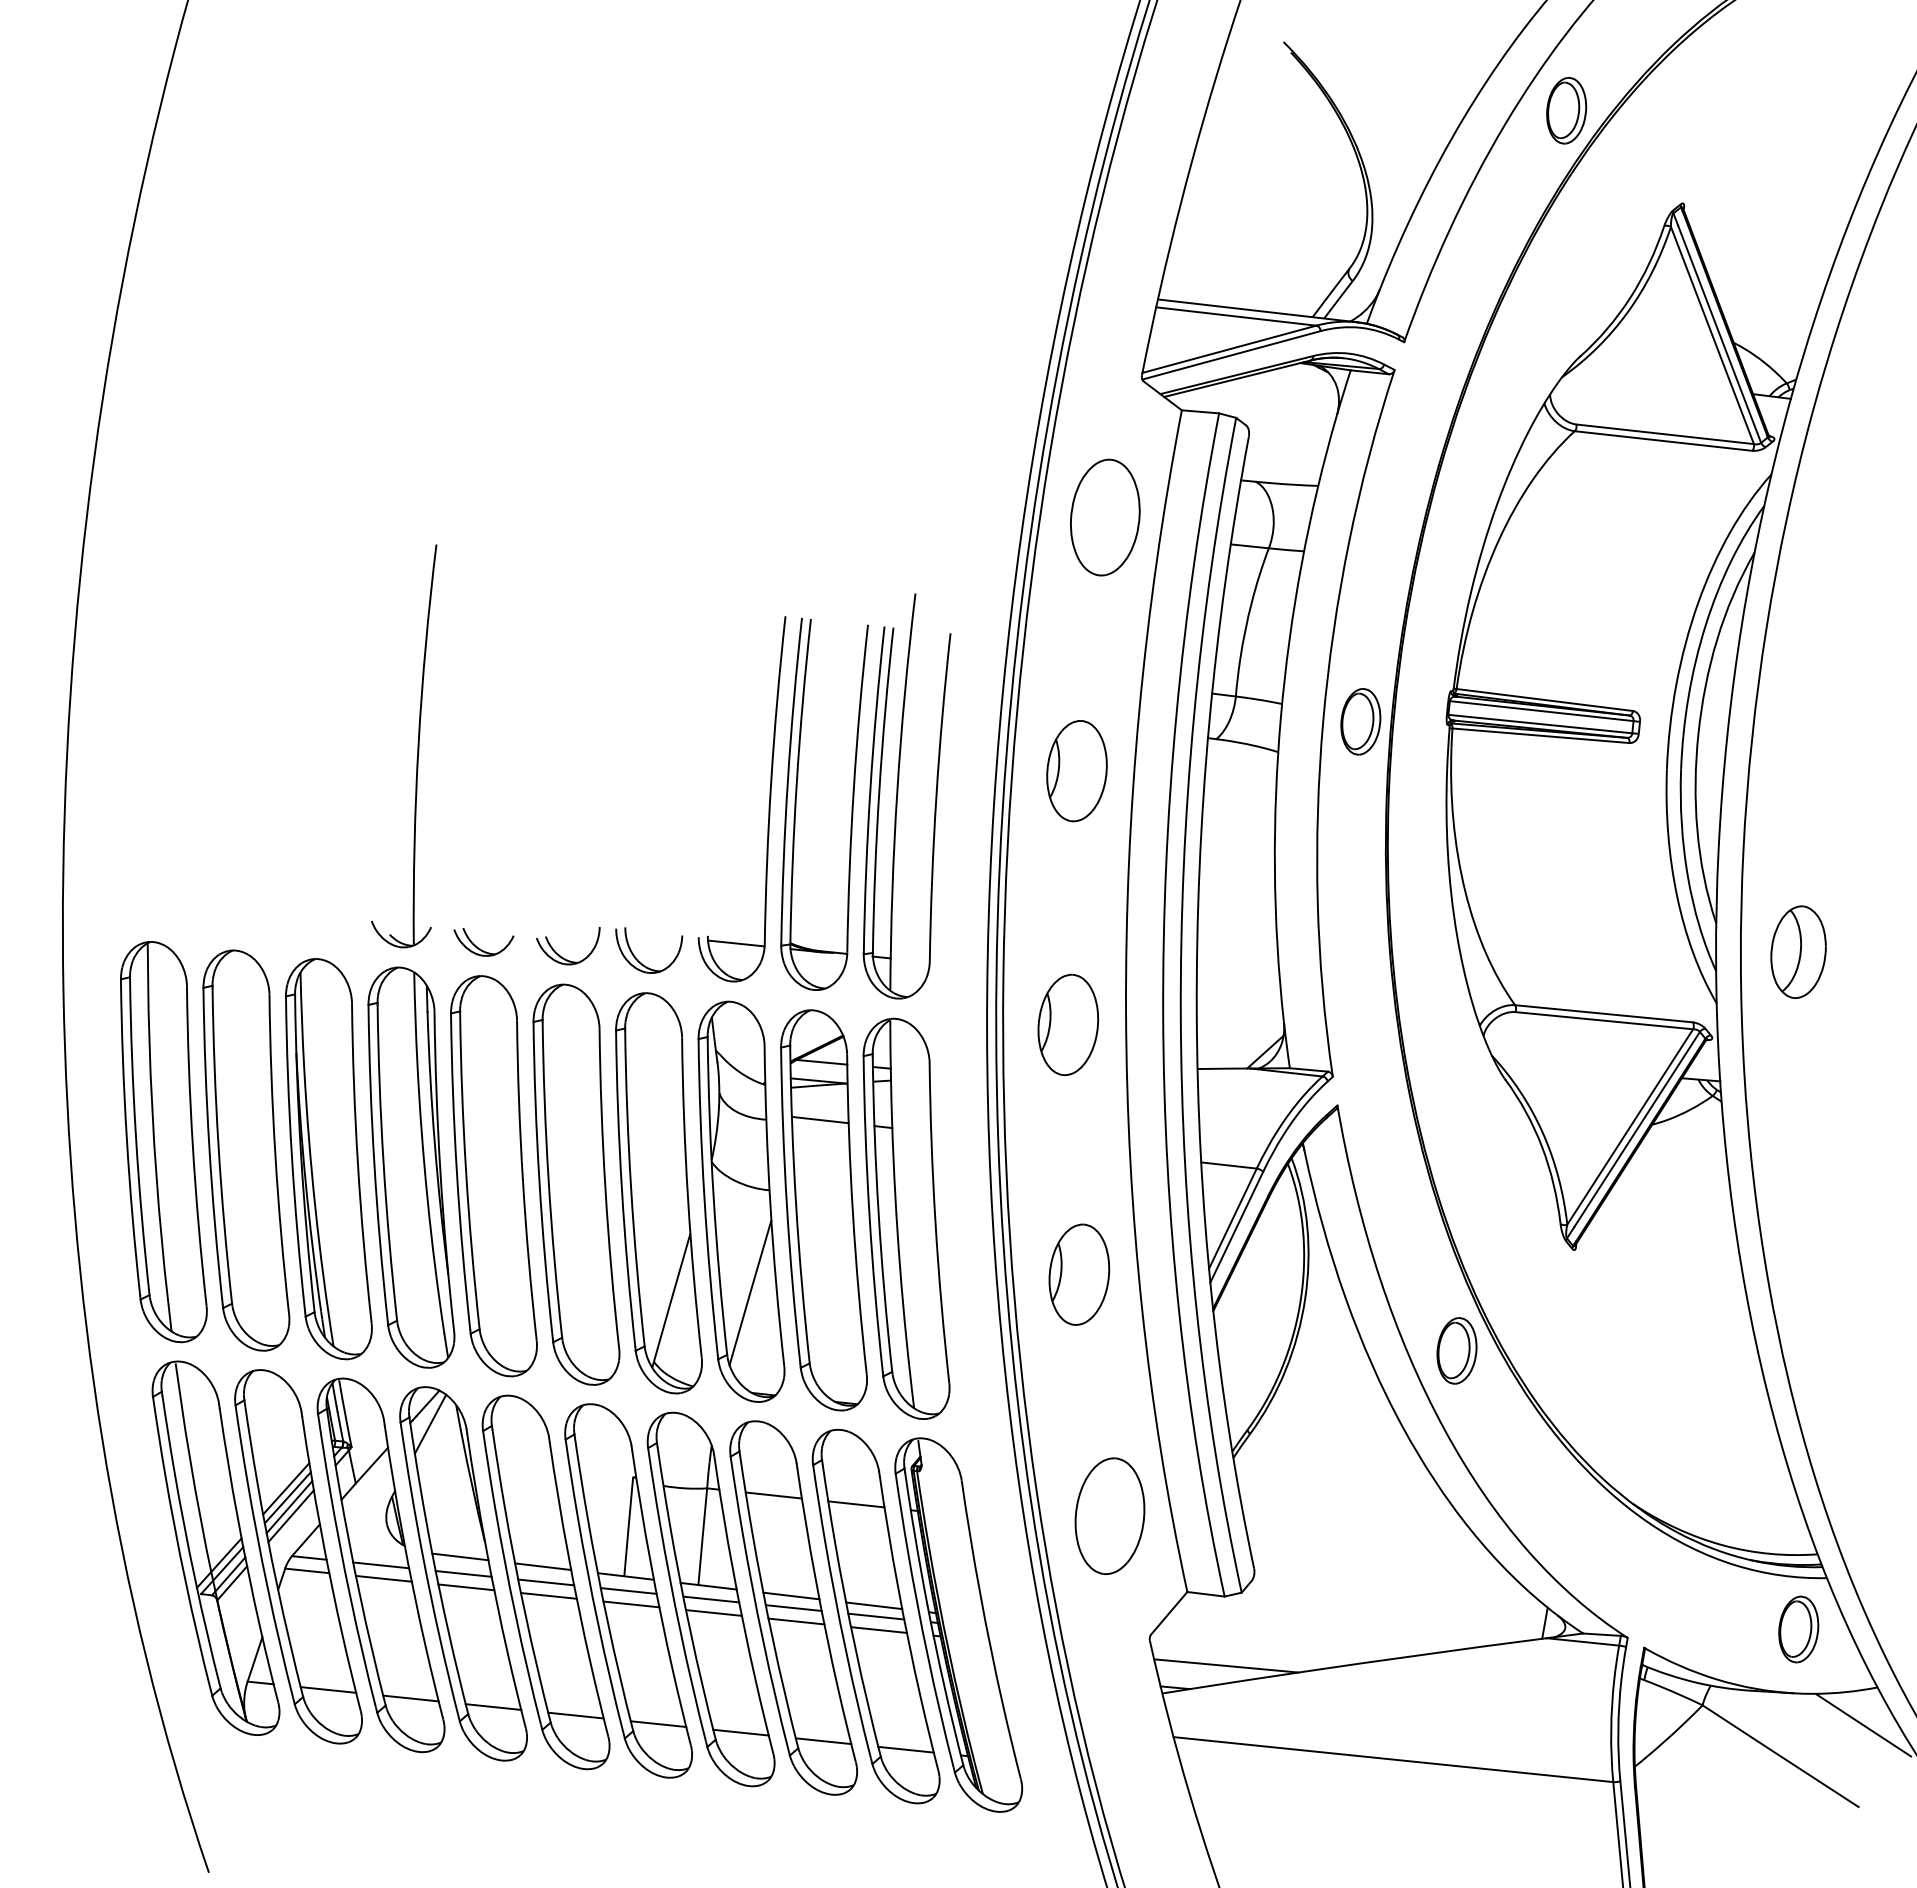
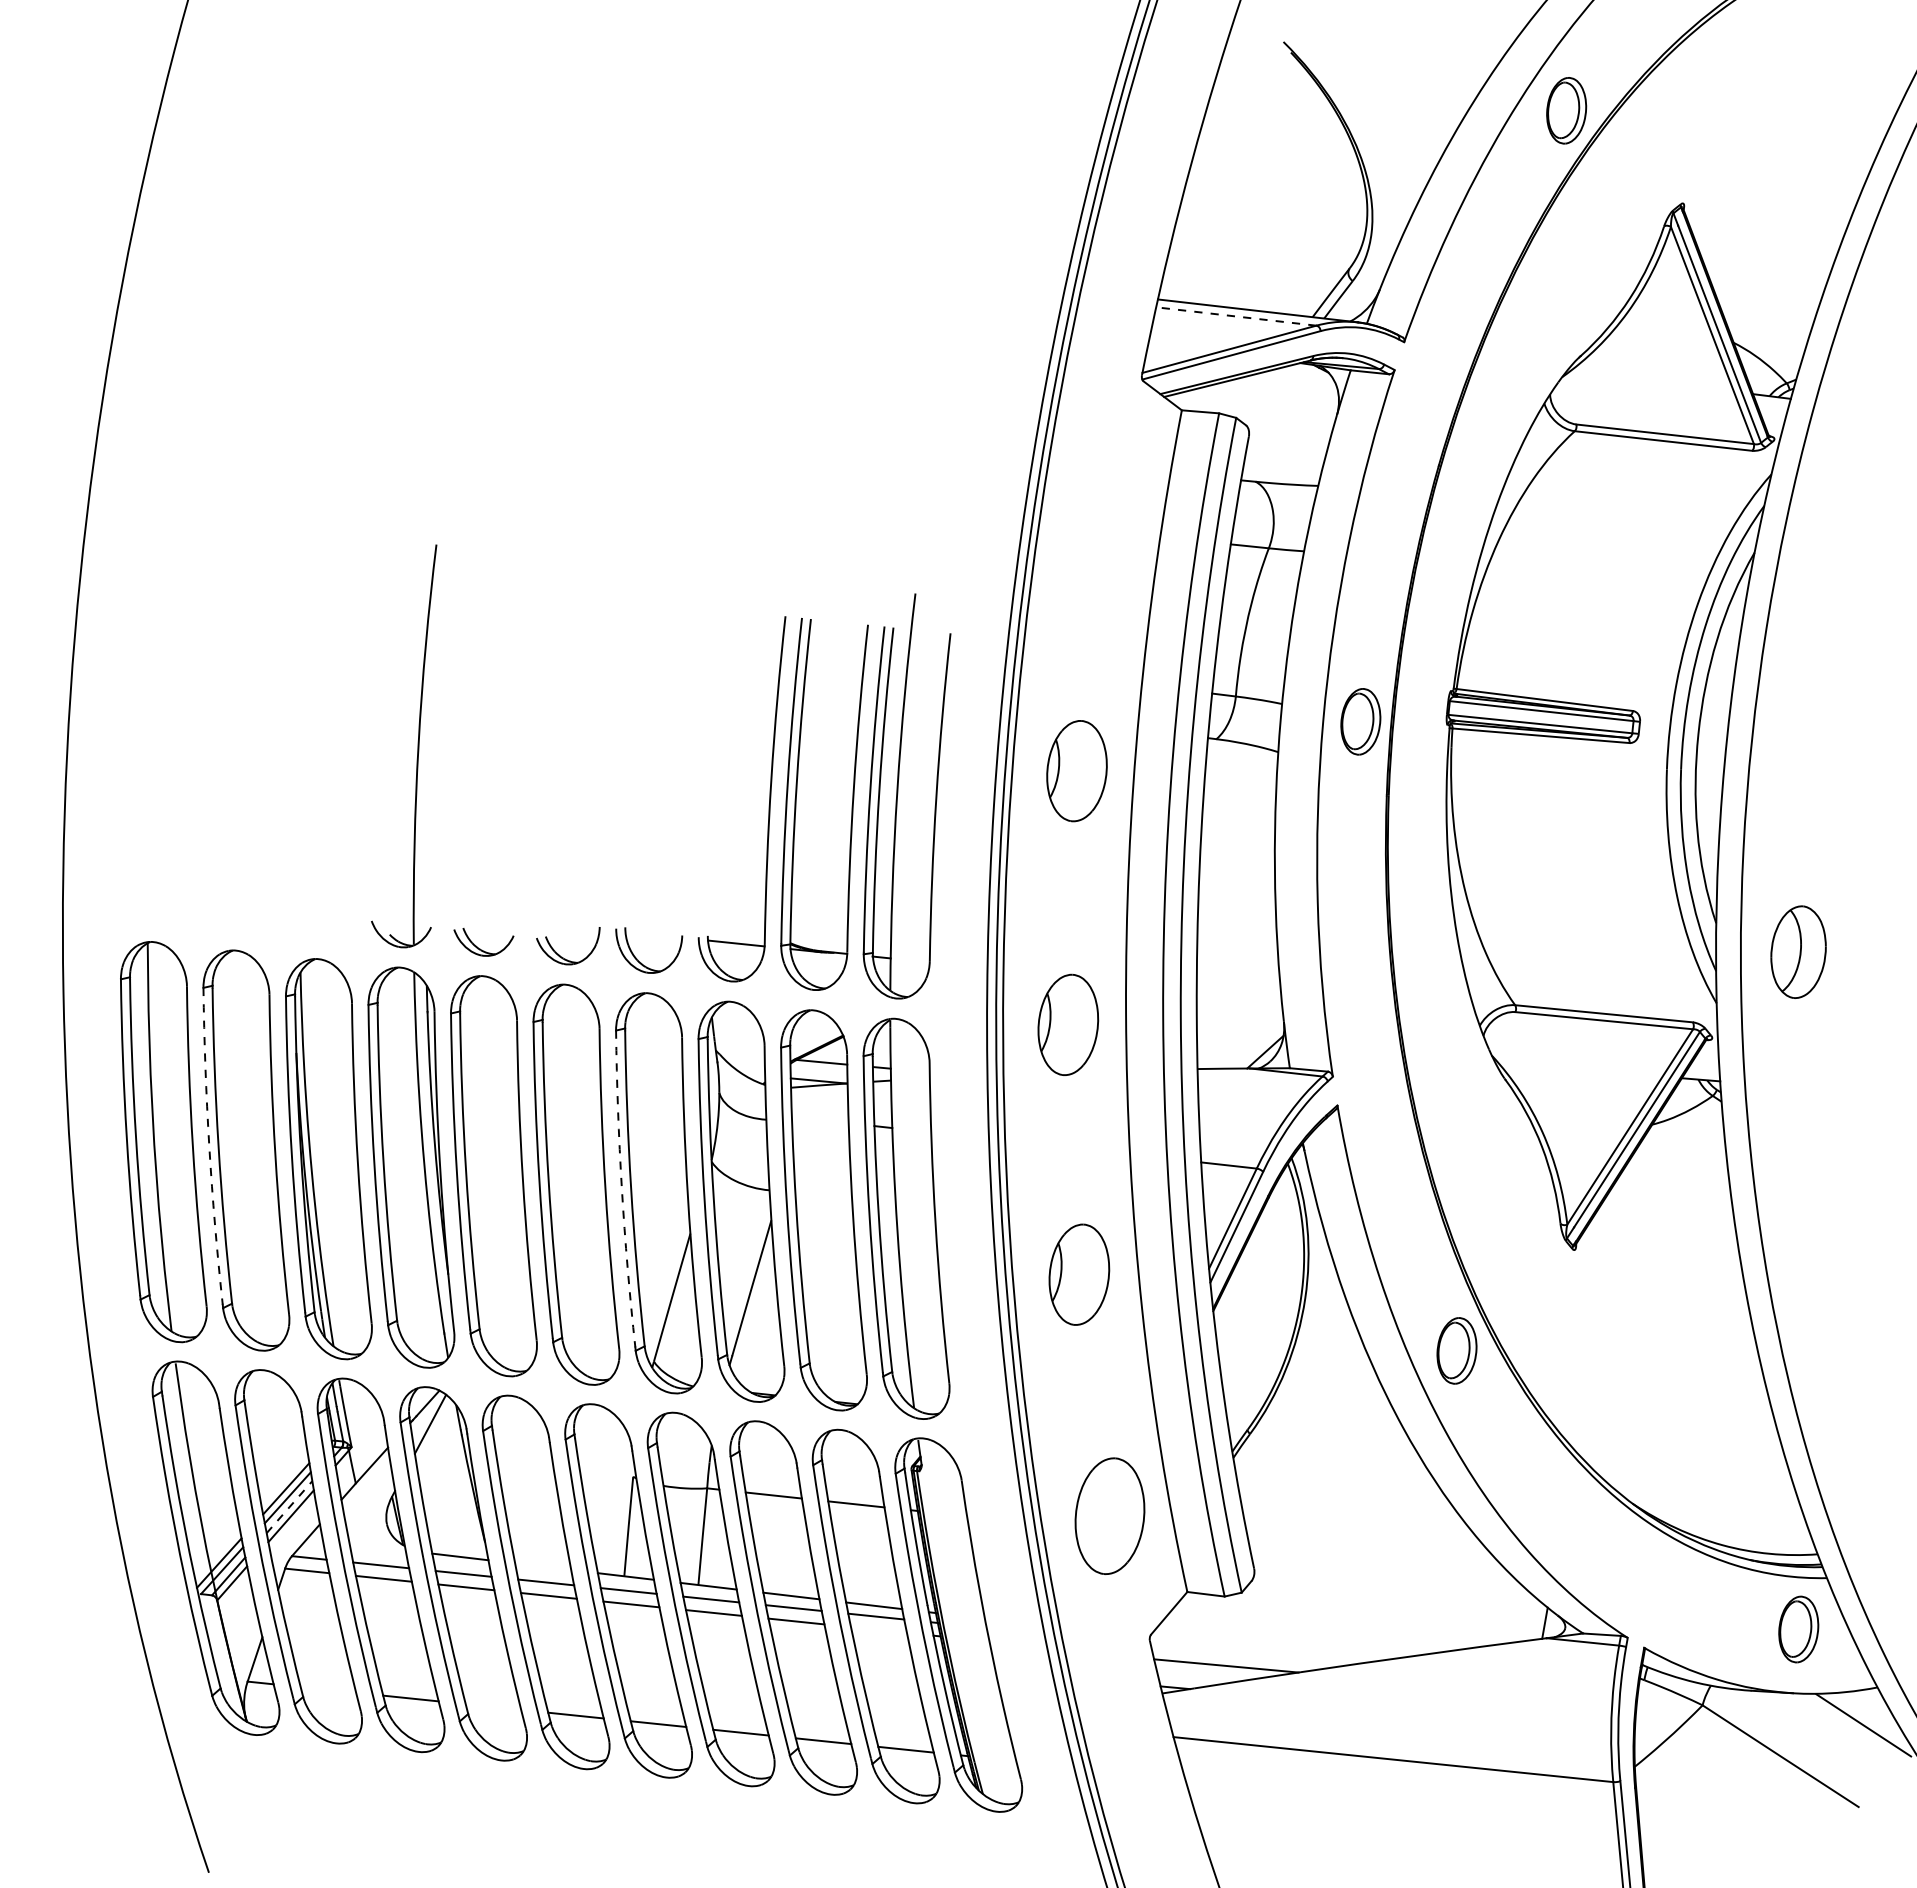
line at (1236, 316): solid -> dashed
part at (1105, 517): present -> none
line at (820, 1119): present -> none
arc at (209, 1146): solid -> dashed
arc at (621, 1189): solid -> dashed
line at (289, 1507): solid -> dashed
line at (543, 1566): present -> none
line at (878, 1629): present -> none
line at (328, 1689): present -> none
line at (493, 1706): present -> none
